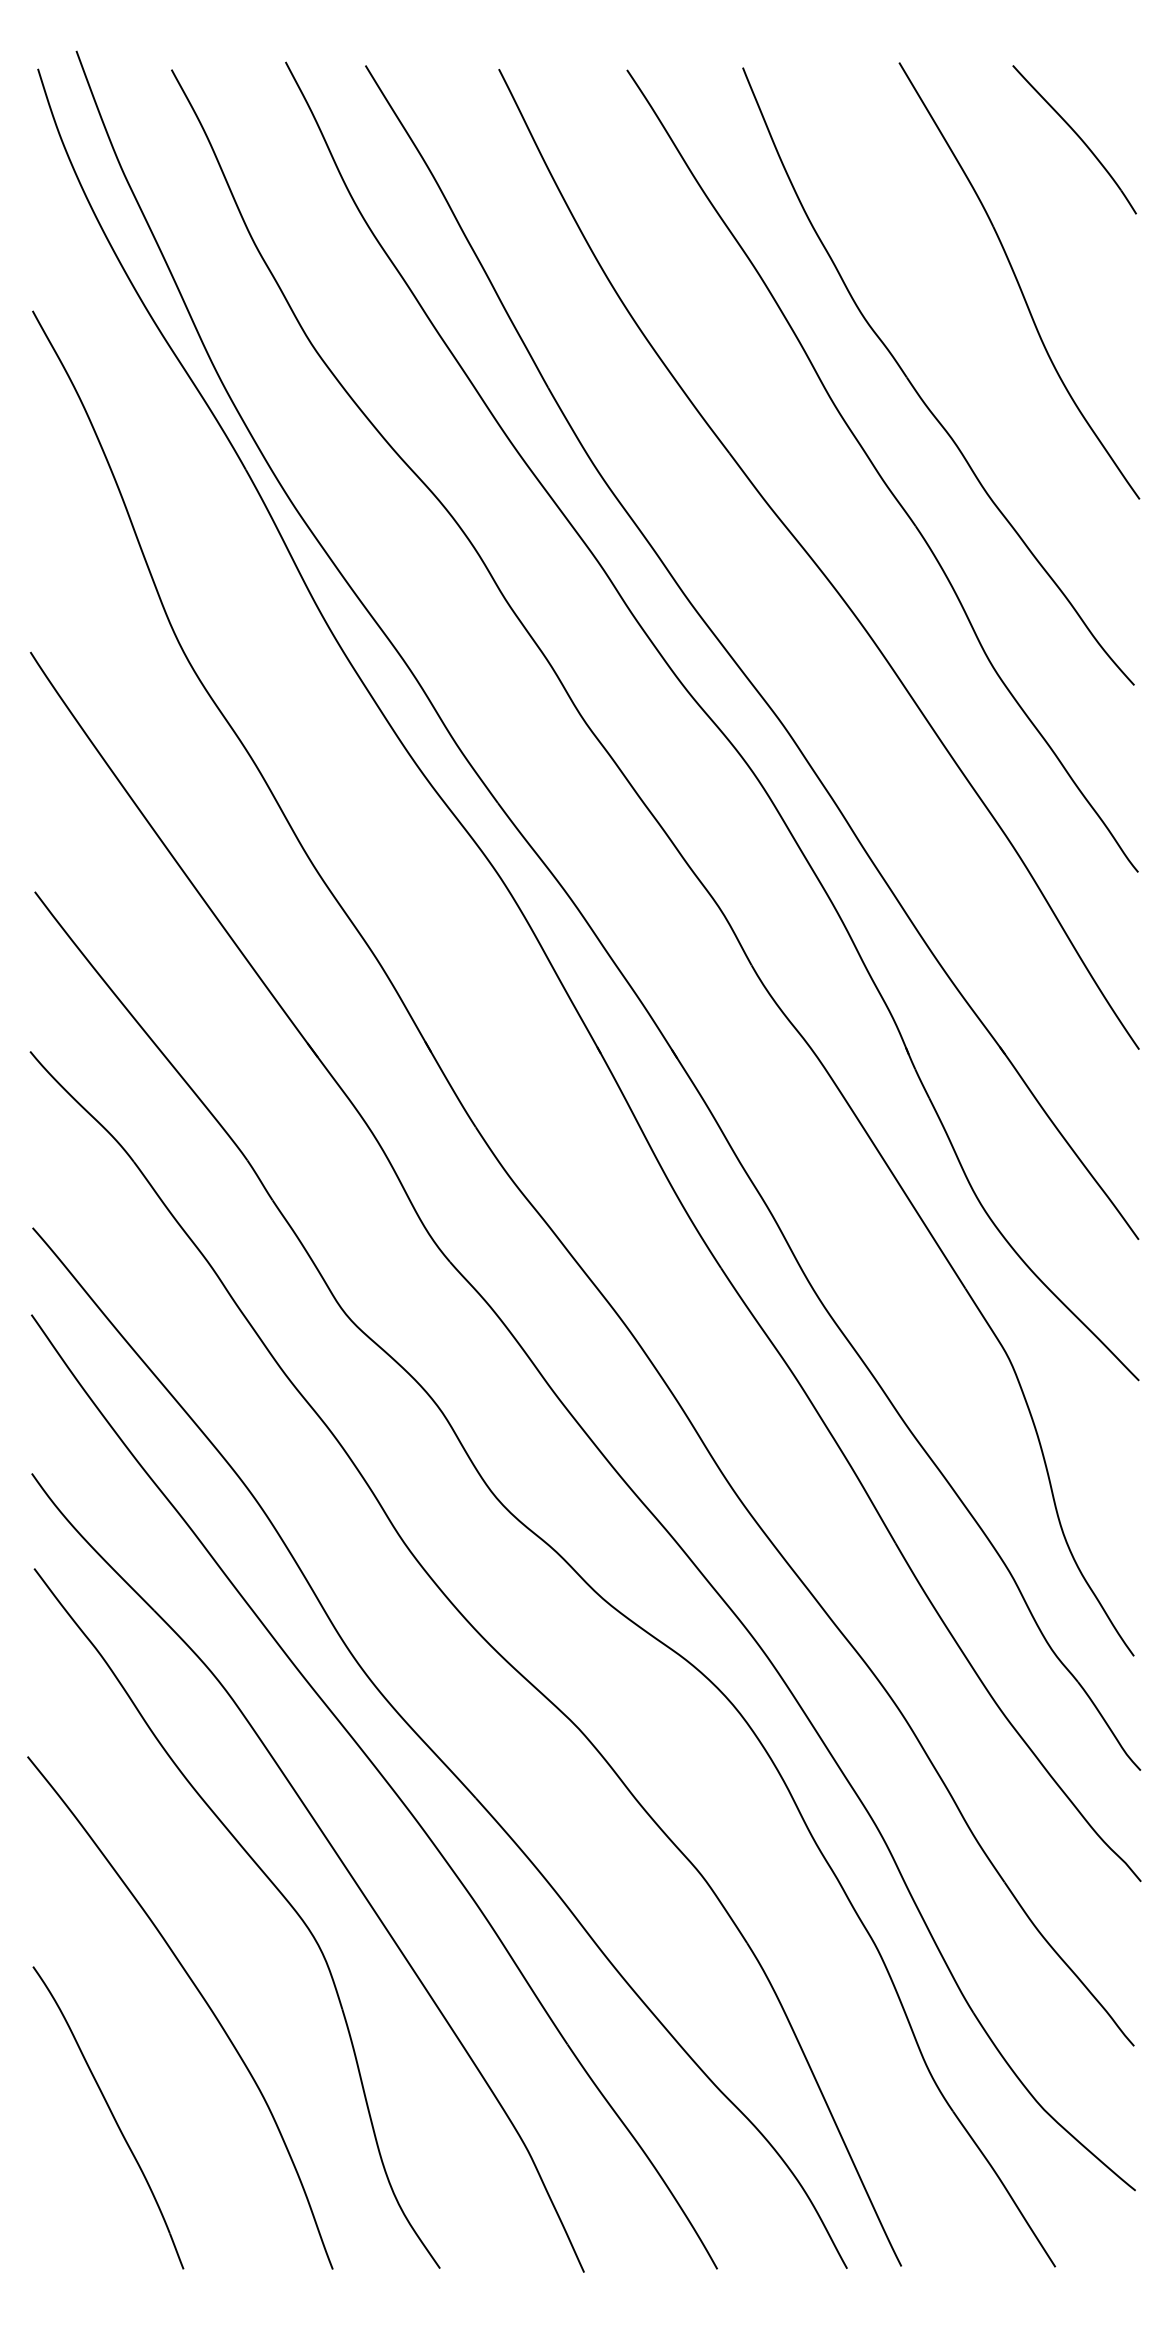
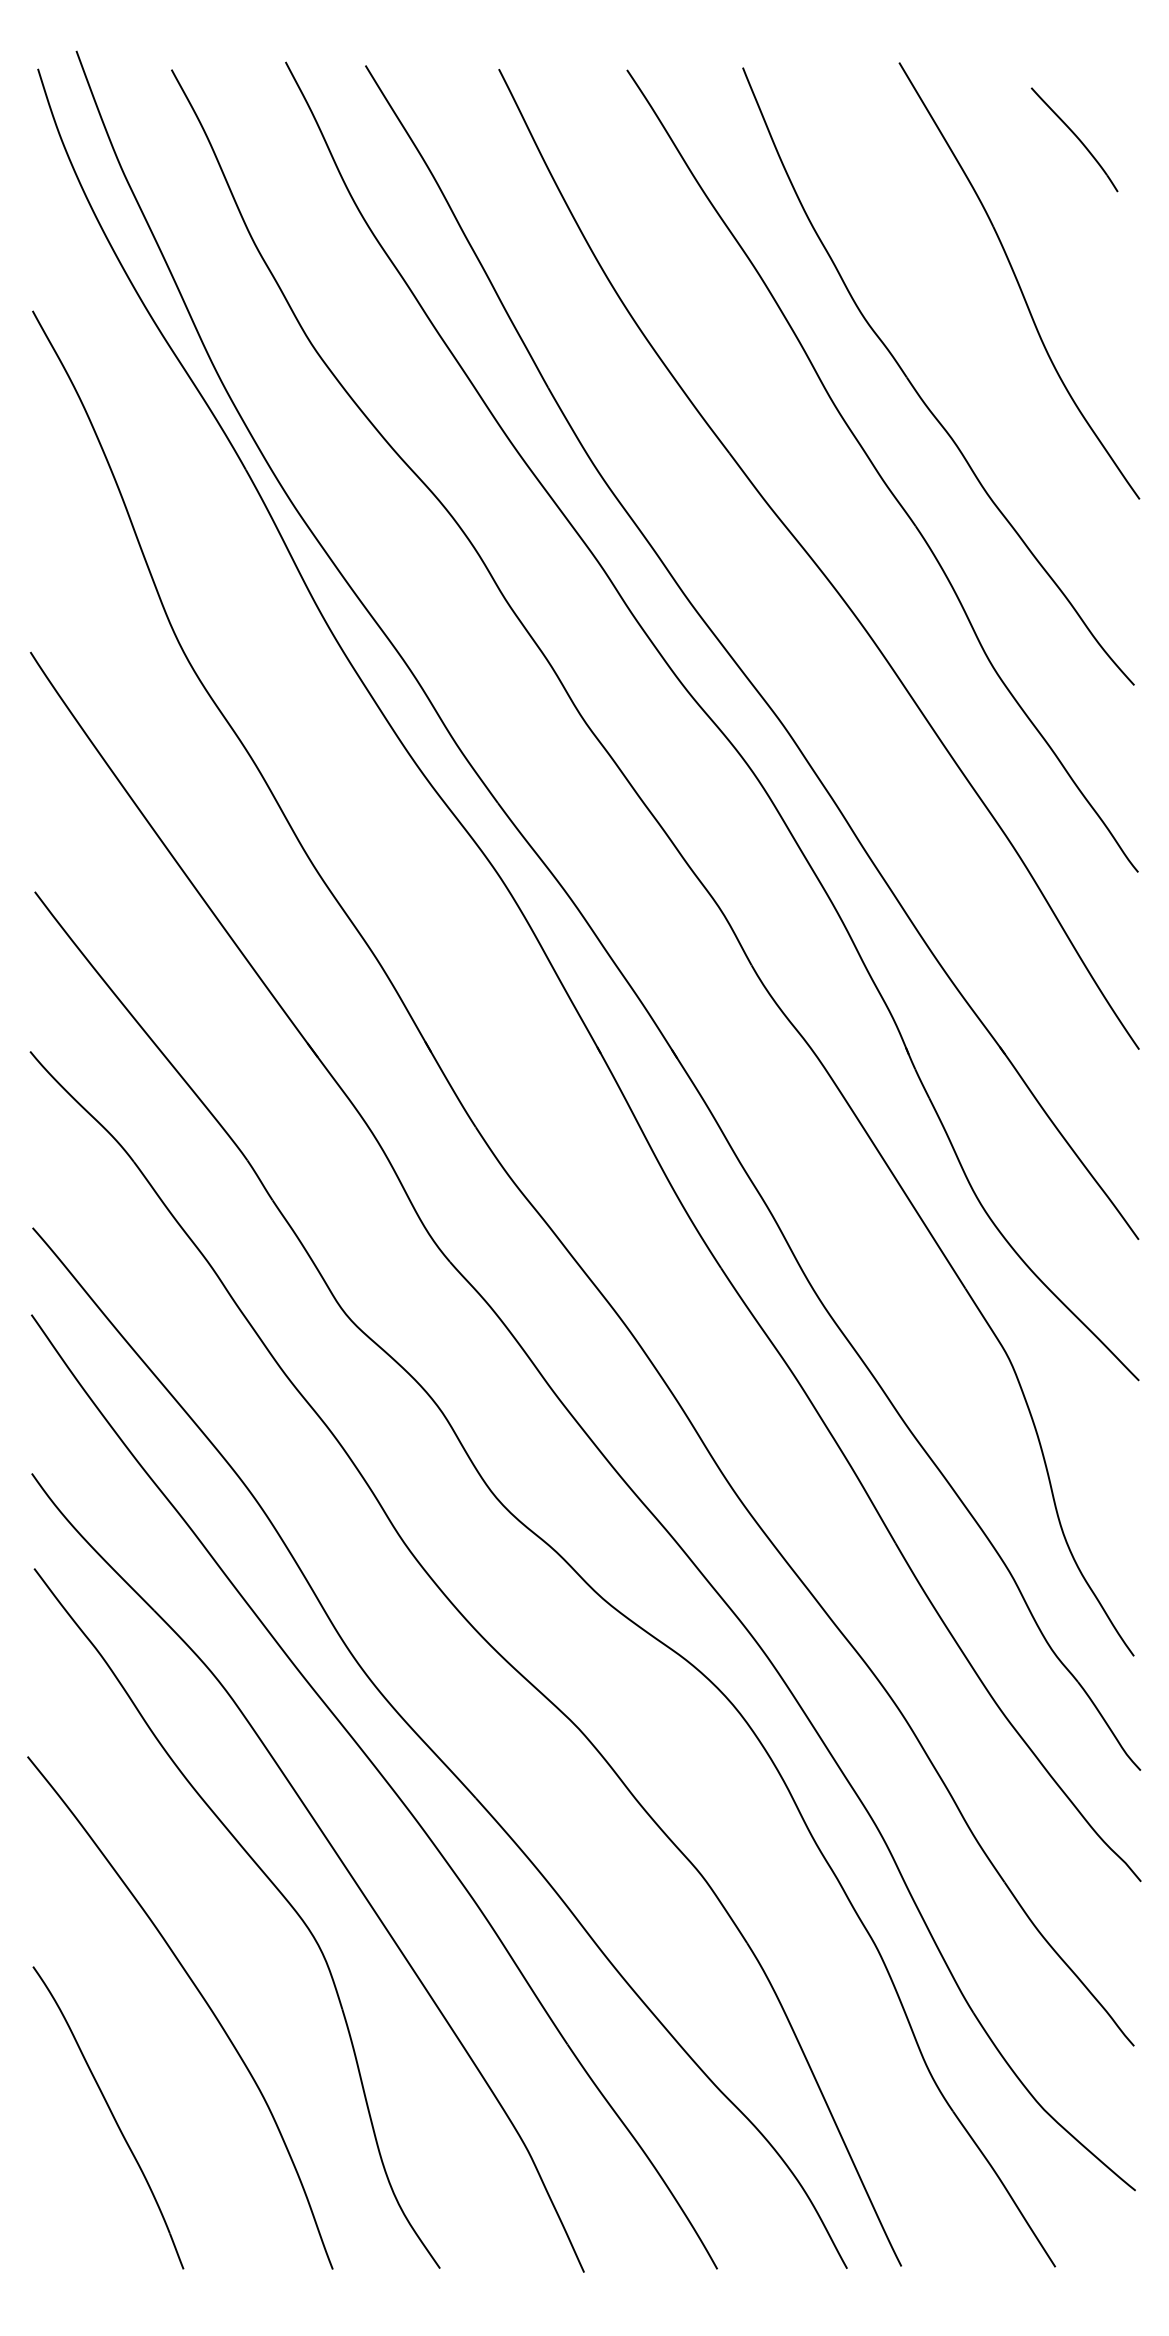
part at (1074, 139) size: 125x150 px -> 89x106 px
